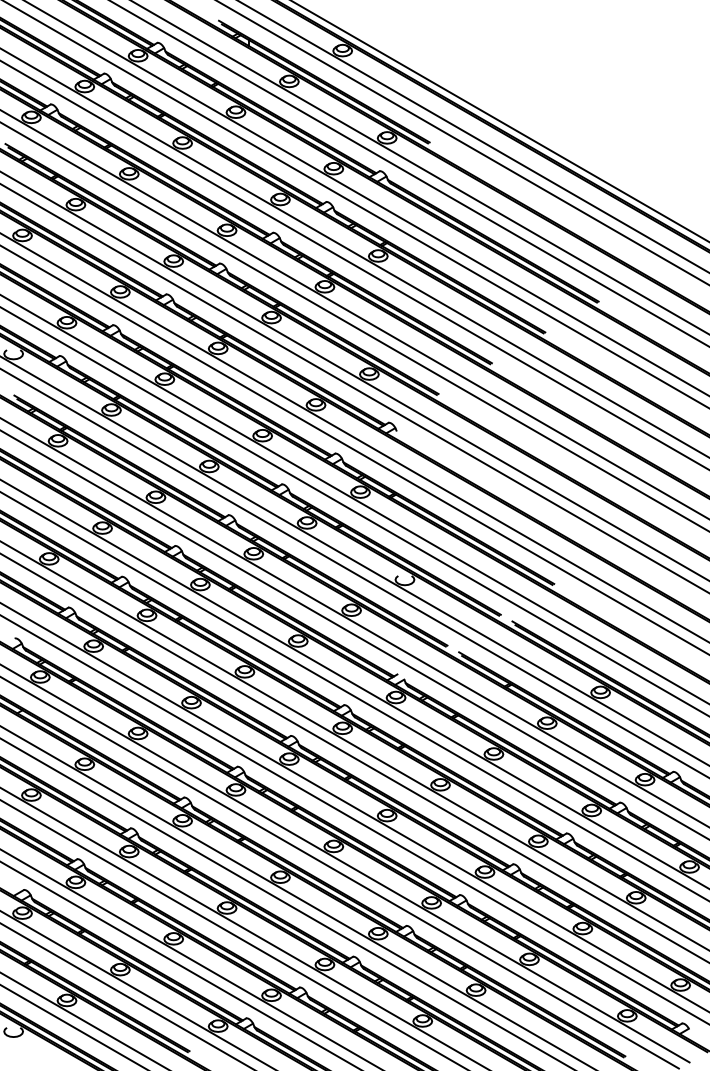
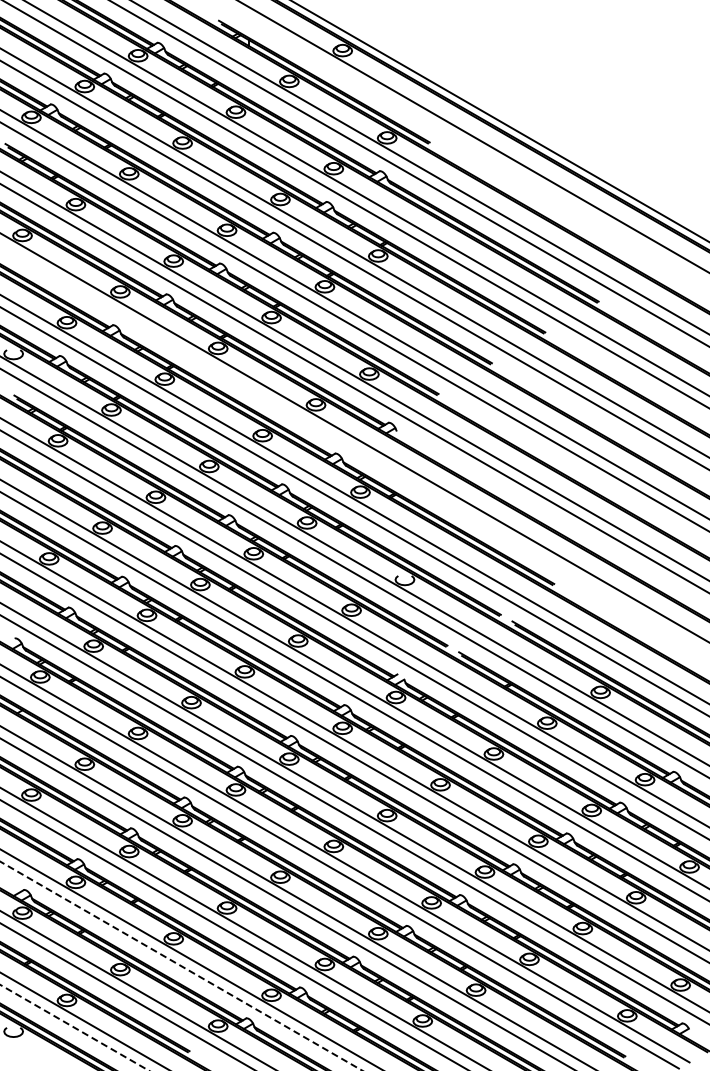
line at (462, 142): present -> none
line at (354, 449): present -> none
line at (181, 966): solid -> dashed
line at (74, 1027): solid -> dashed
